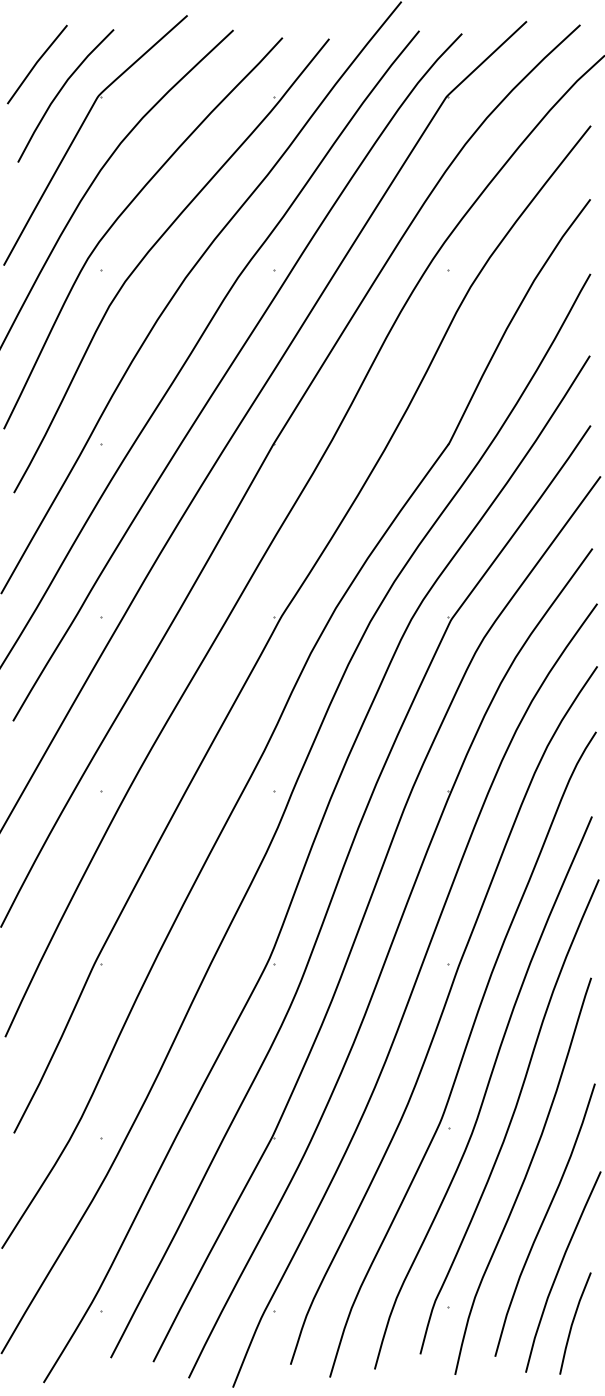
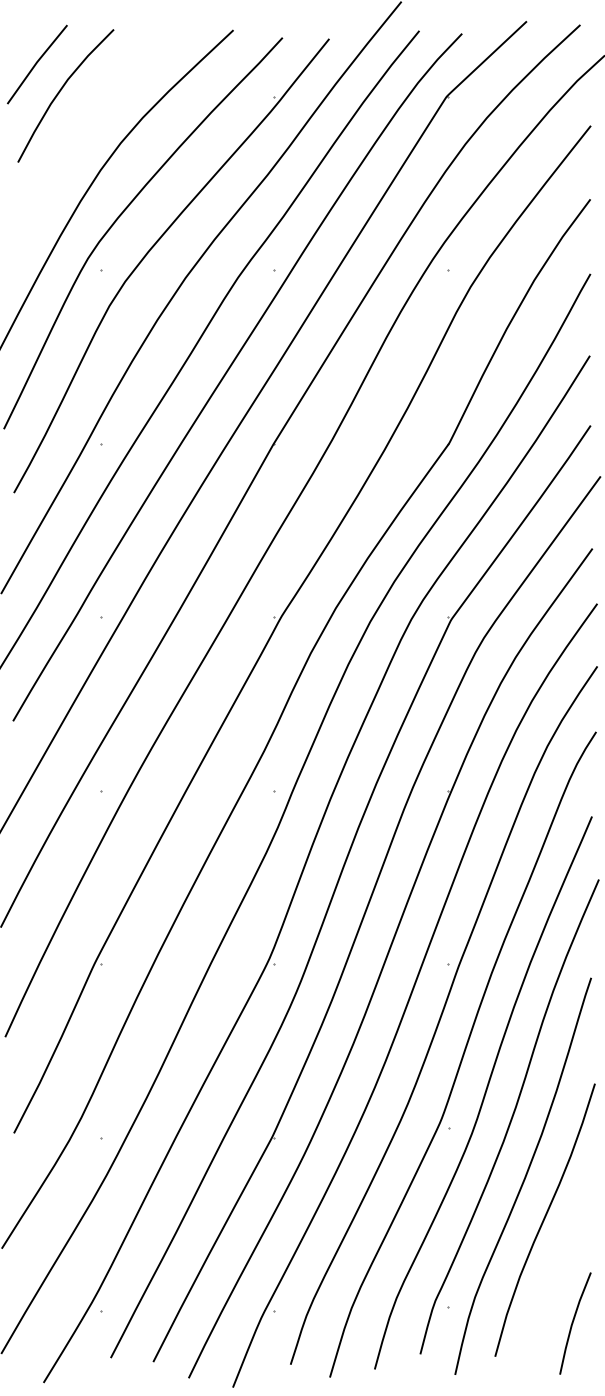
part at (79, 131): present -> none
curve at (559, 1271): present -> none
